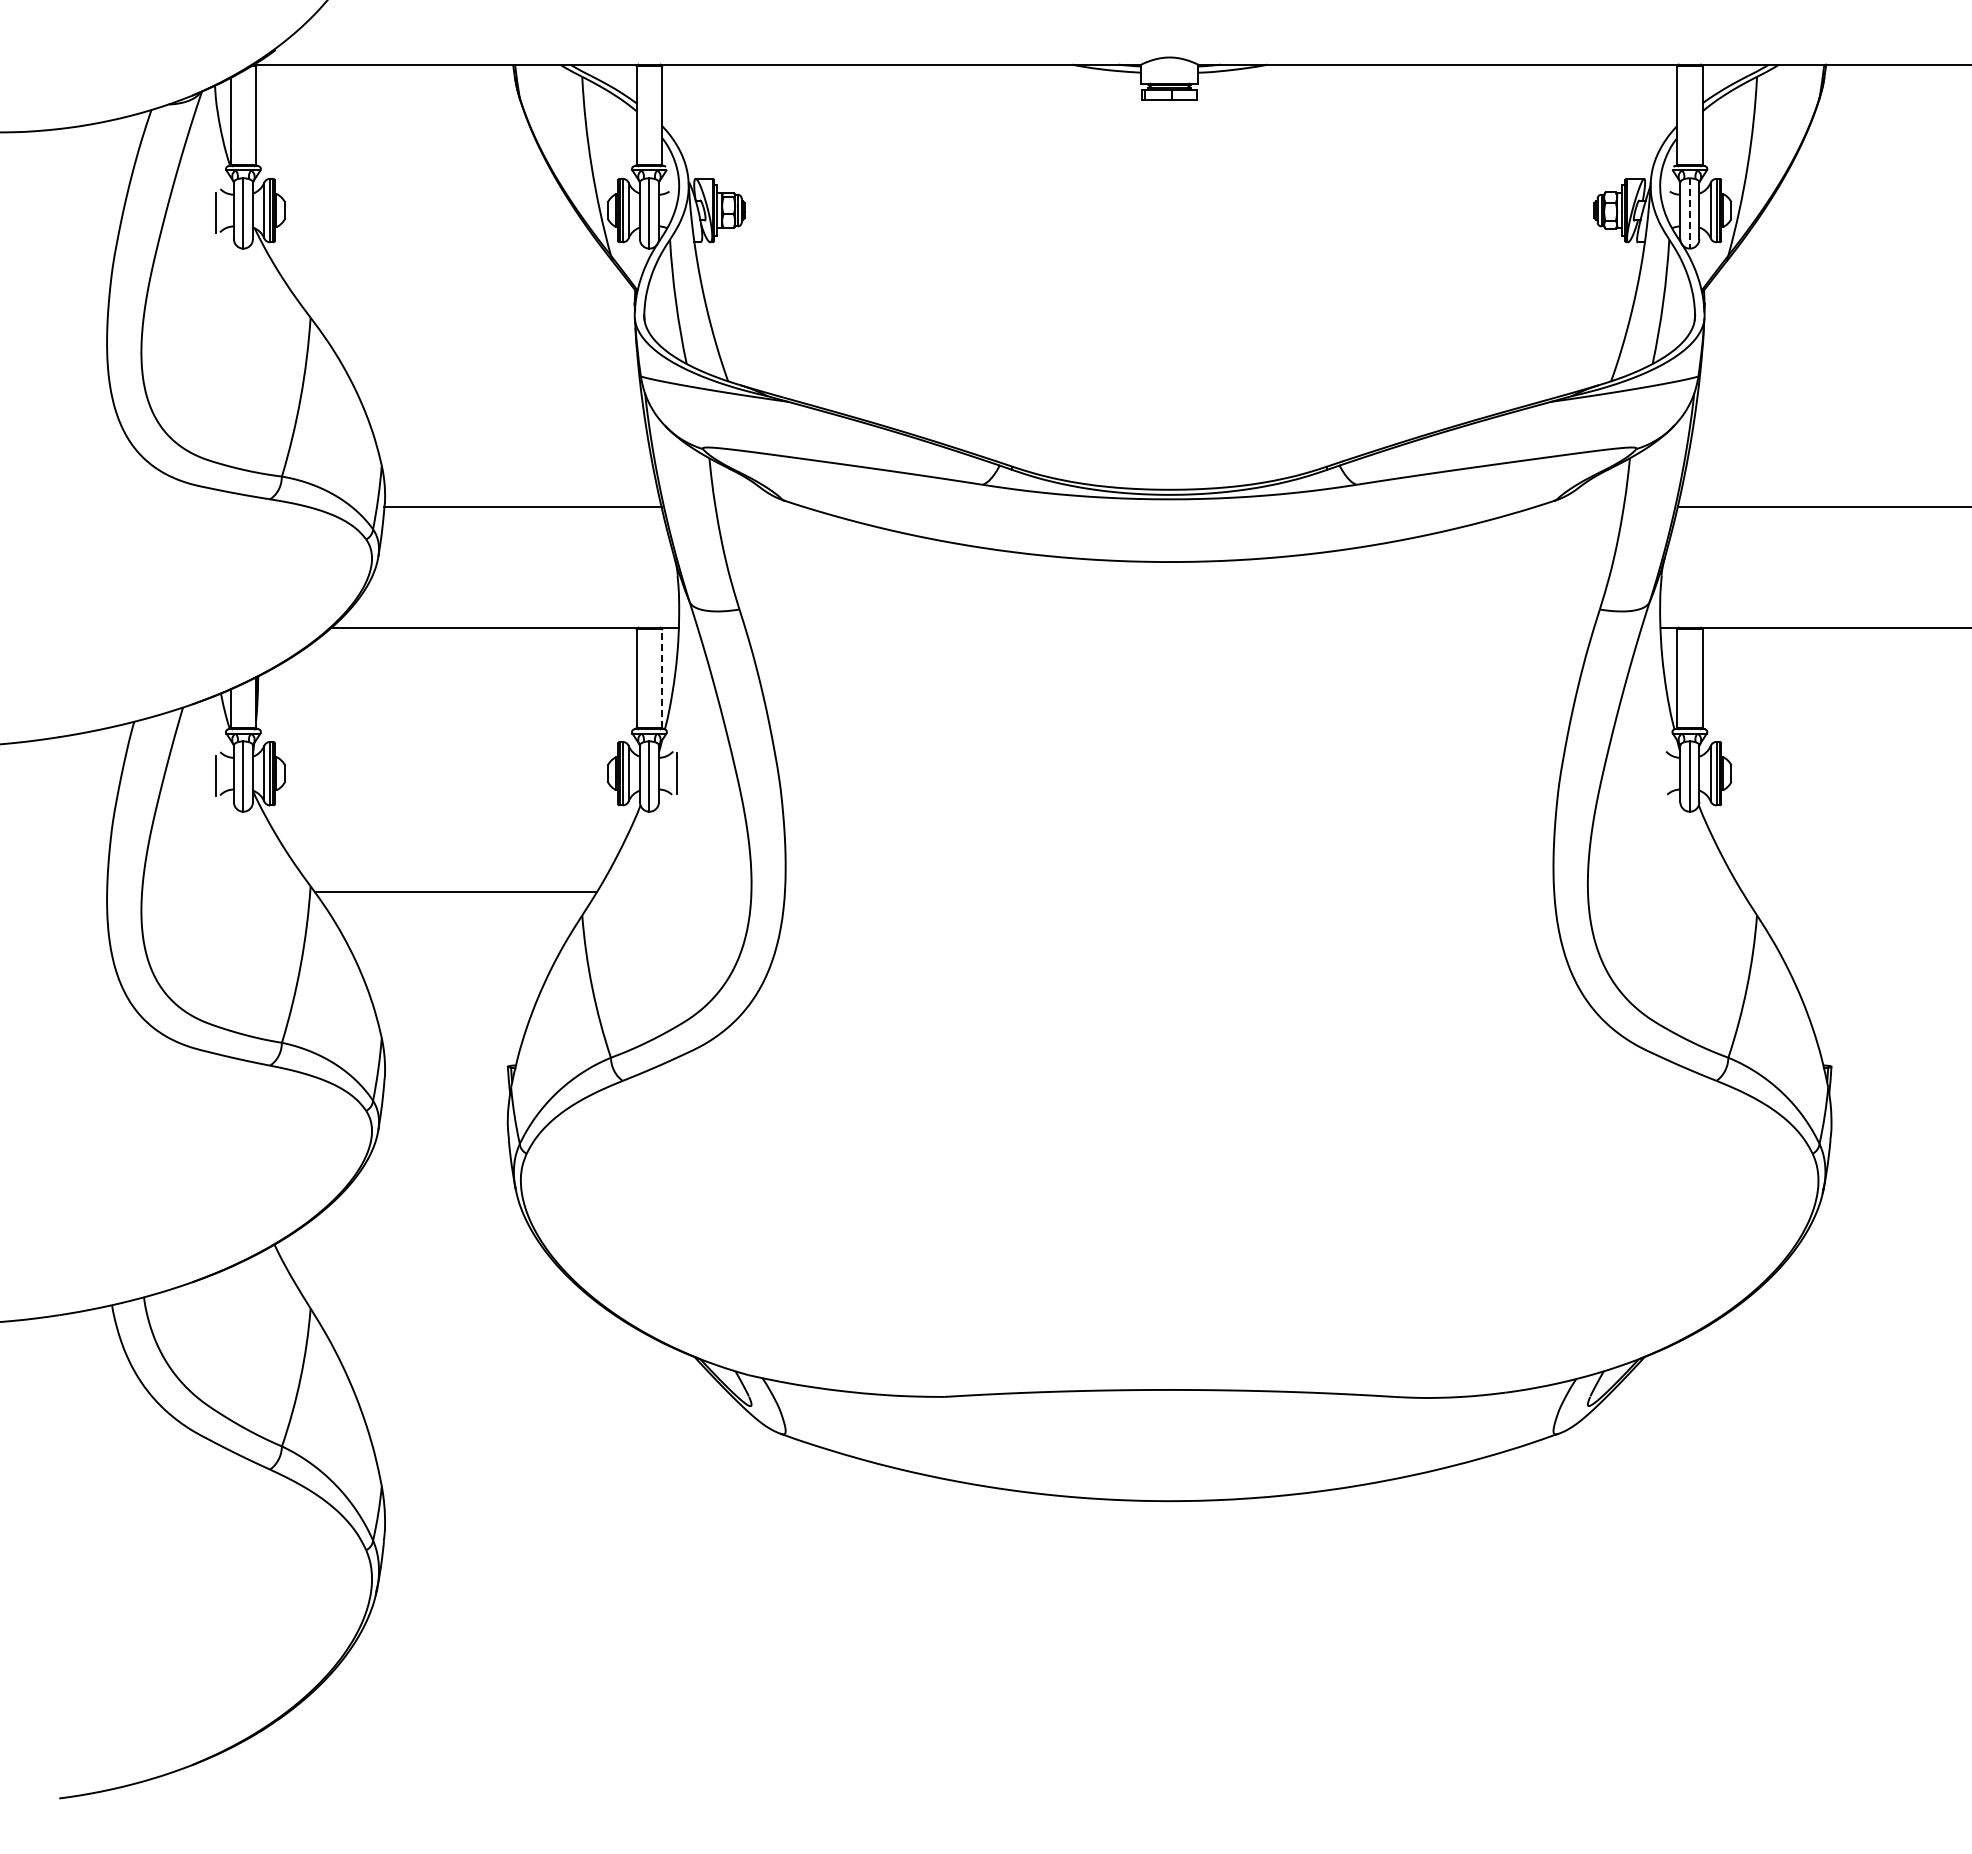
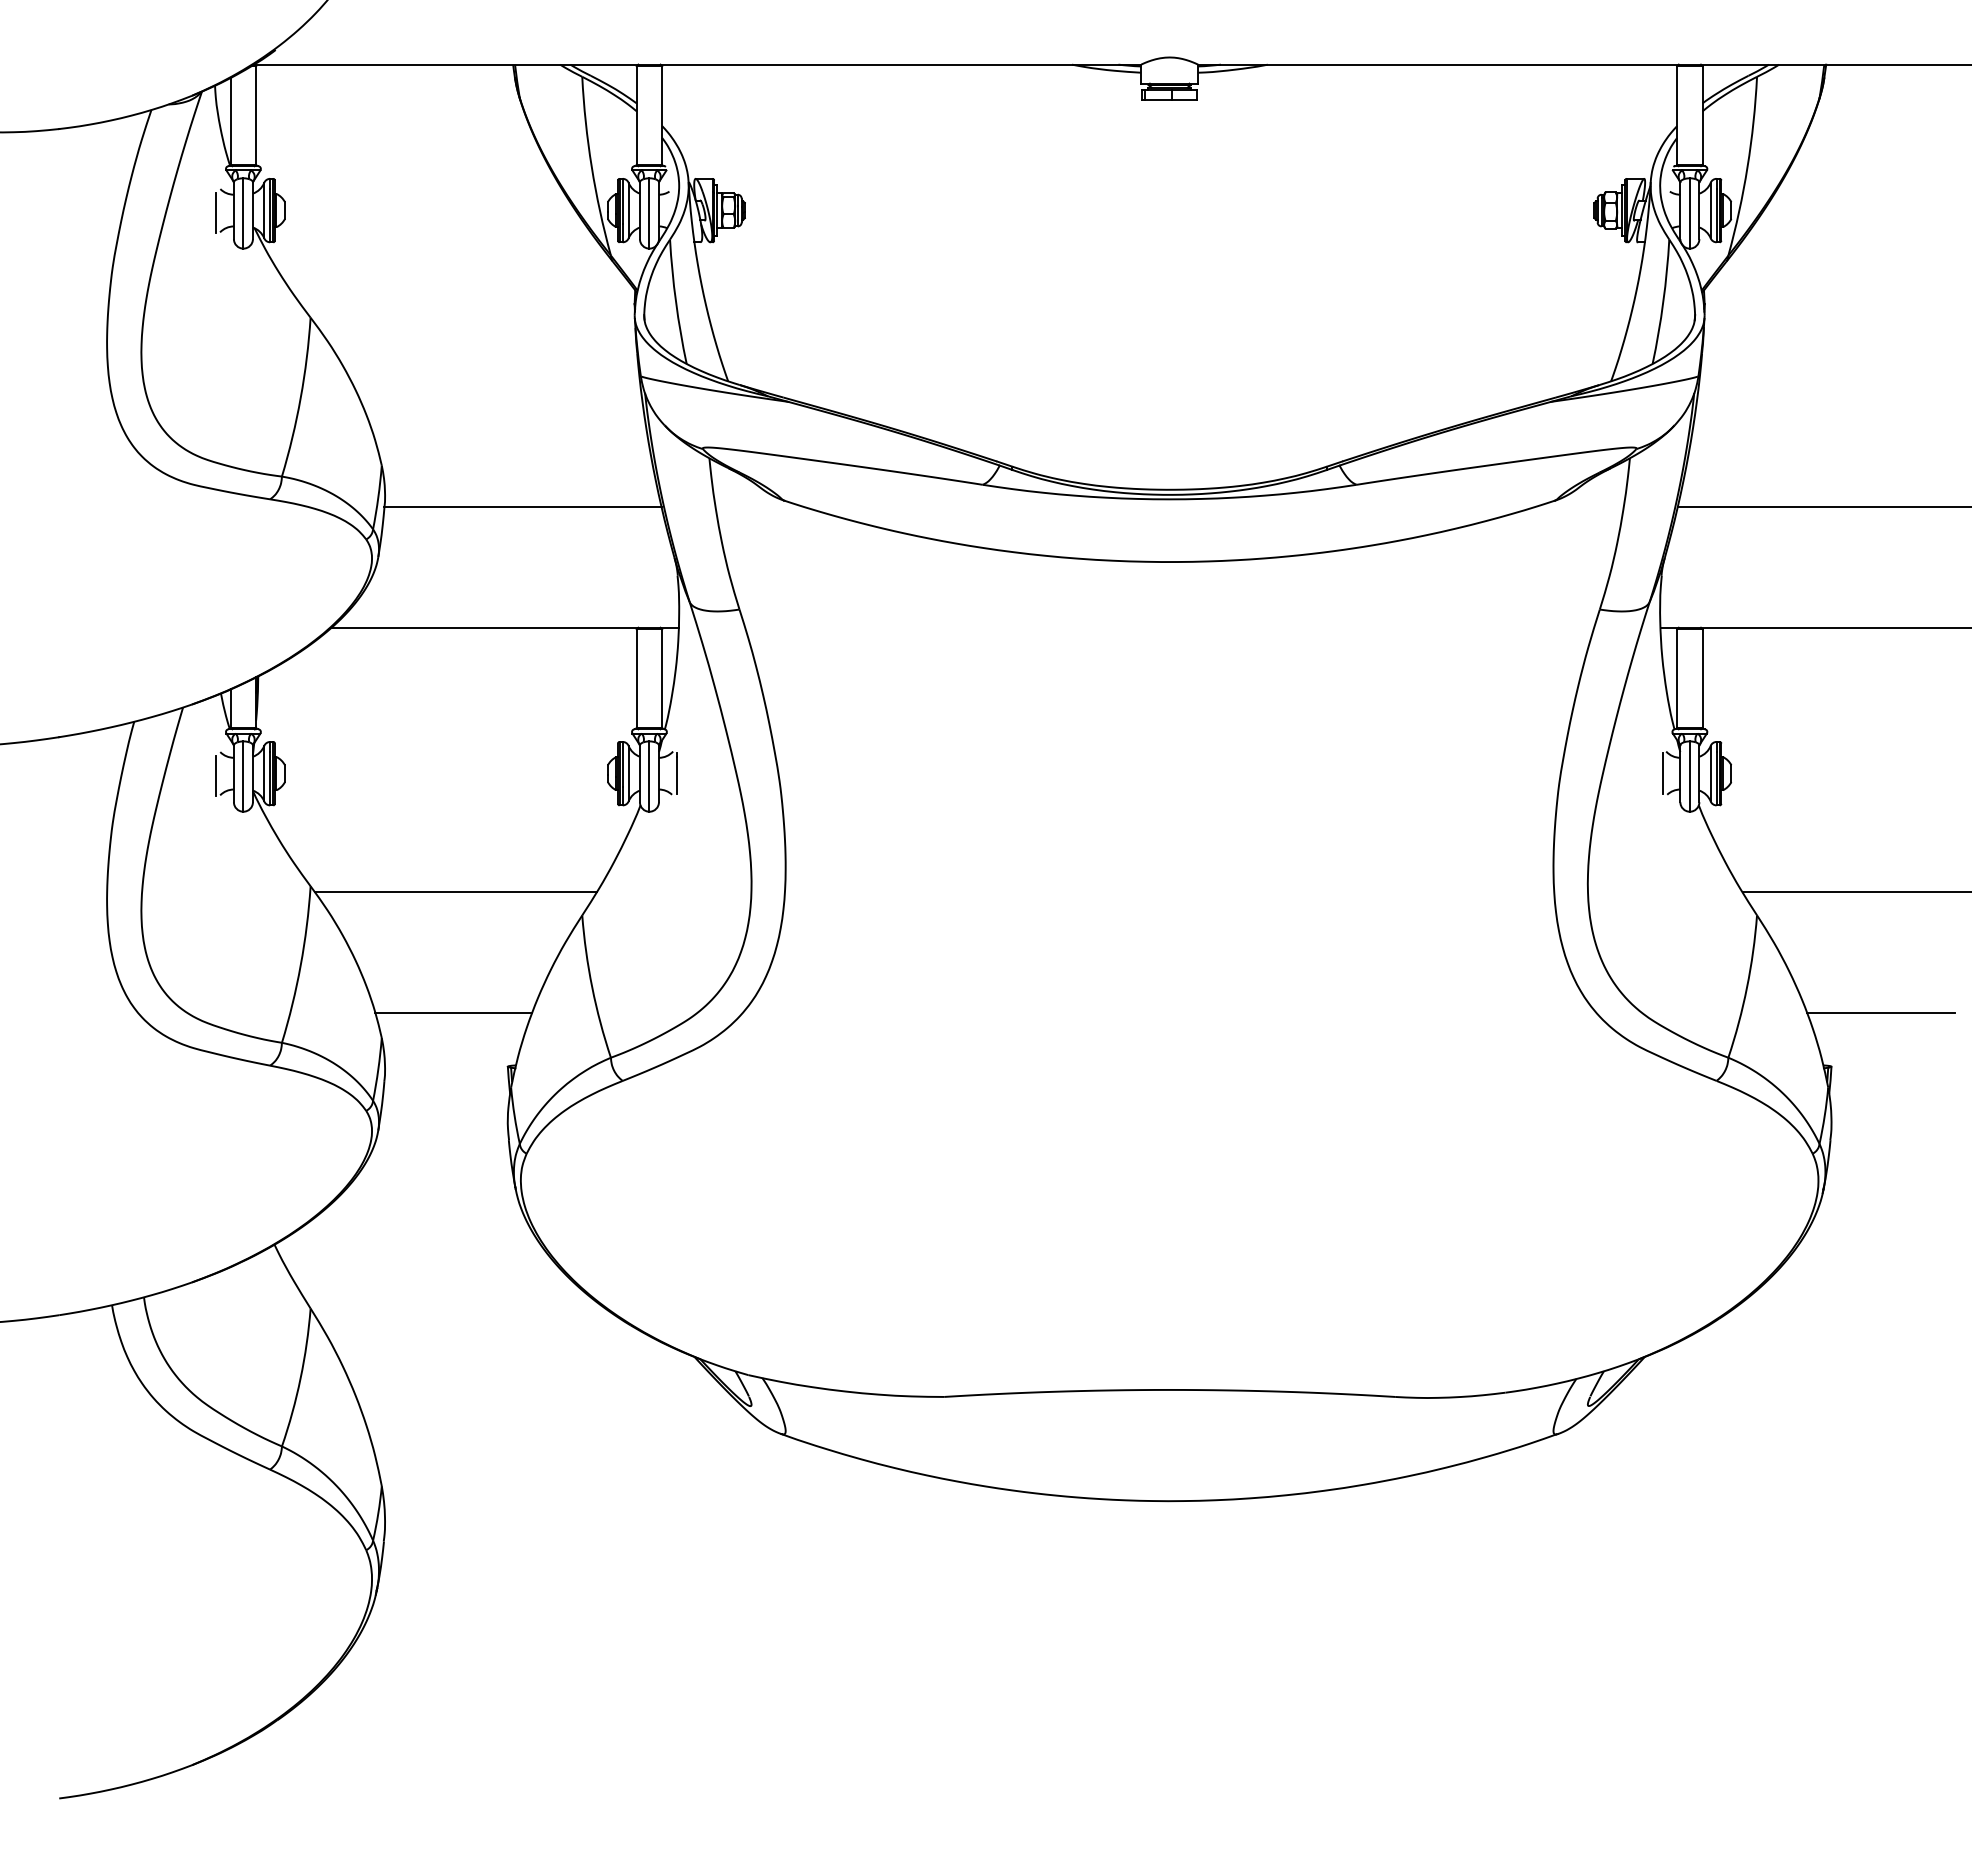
line at (1689, 213): dashed -> solid
line at (662, 678): dashed -> solid
line at (1662, 773): none -> present
line at (1855, 892): none -> present
line at (453, 1012): none -> present
line at (1880, 1012): none -> present
